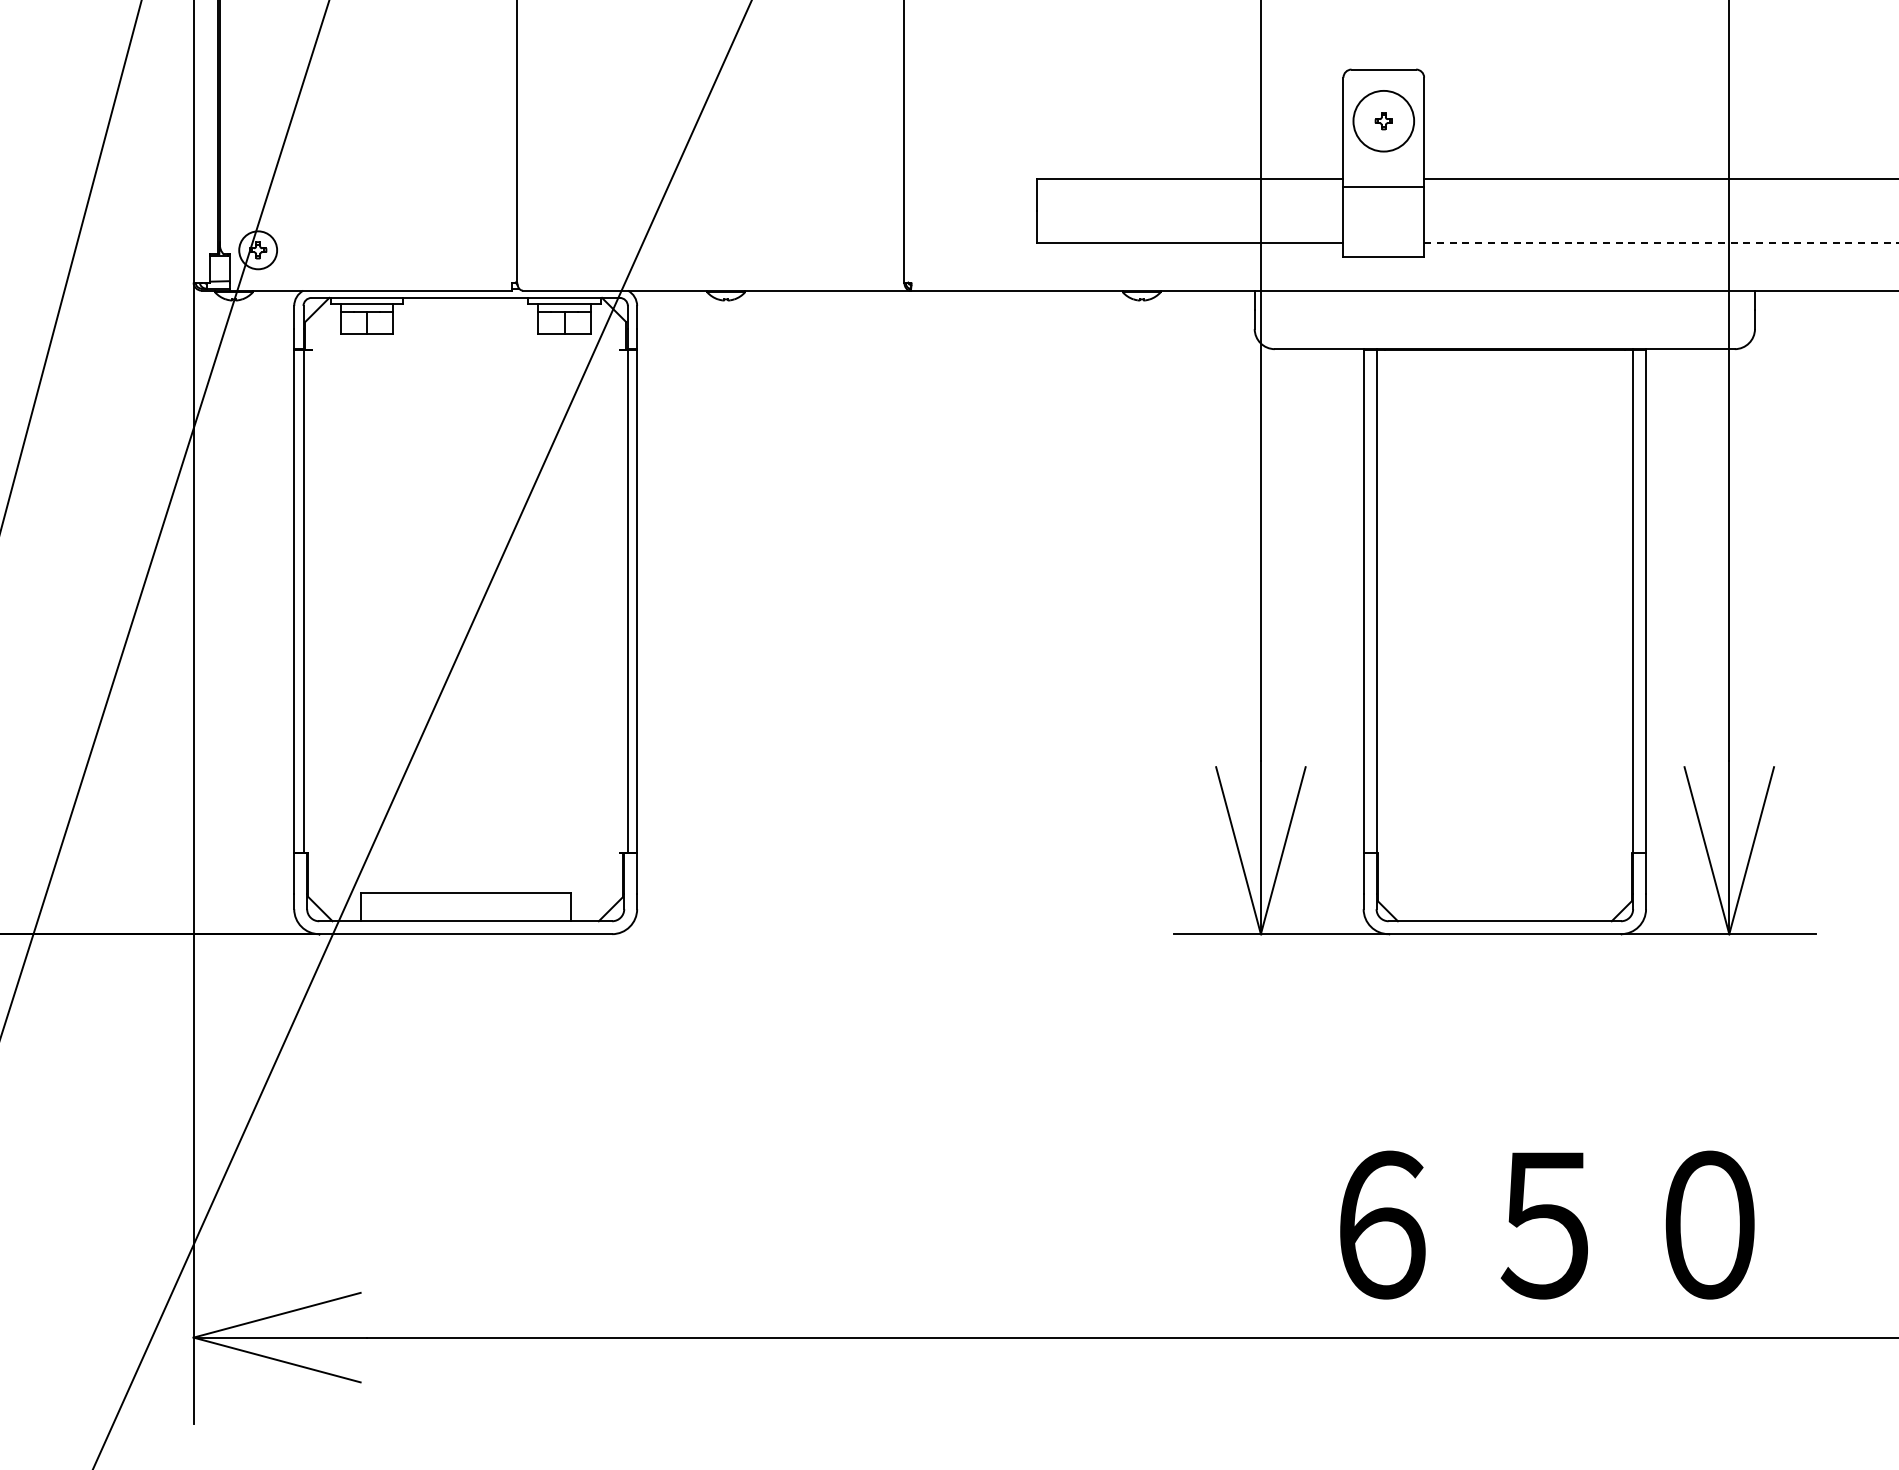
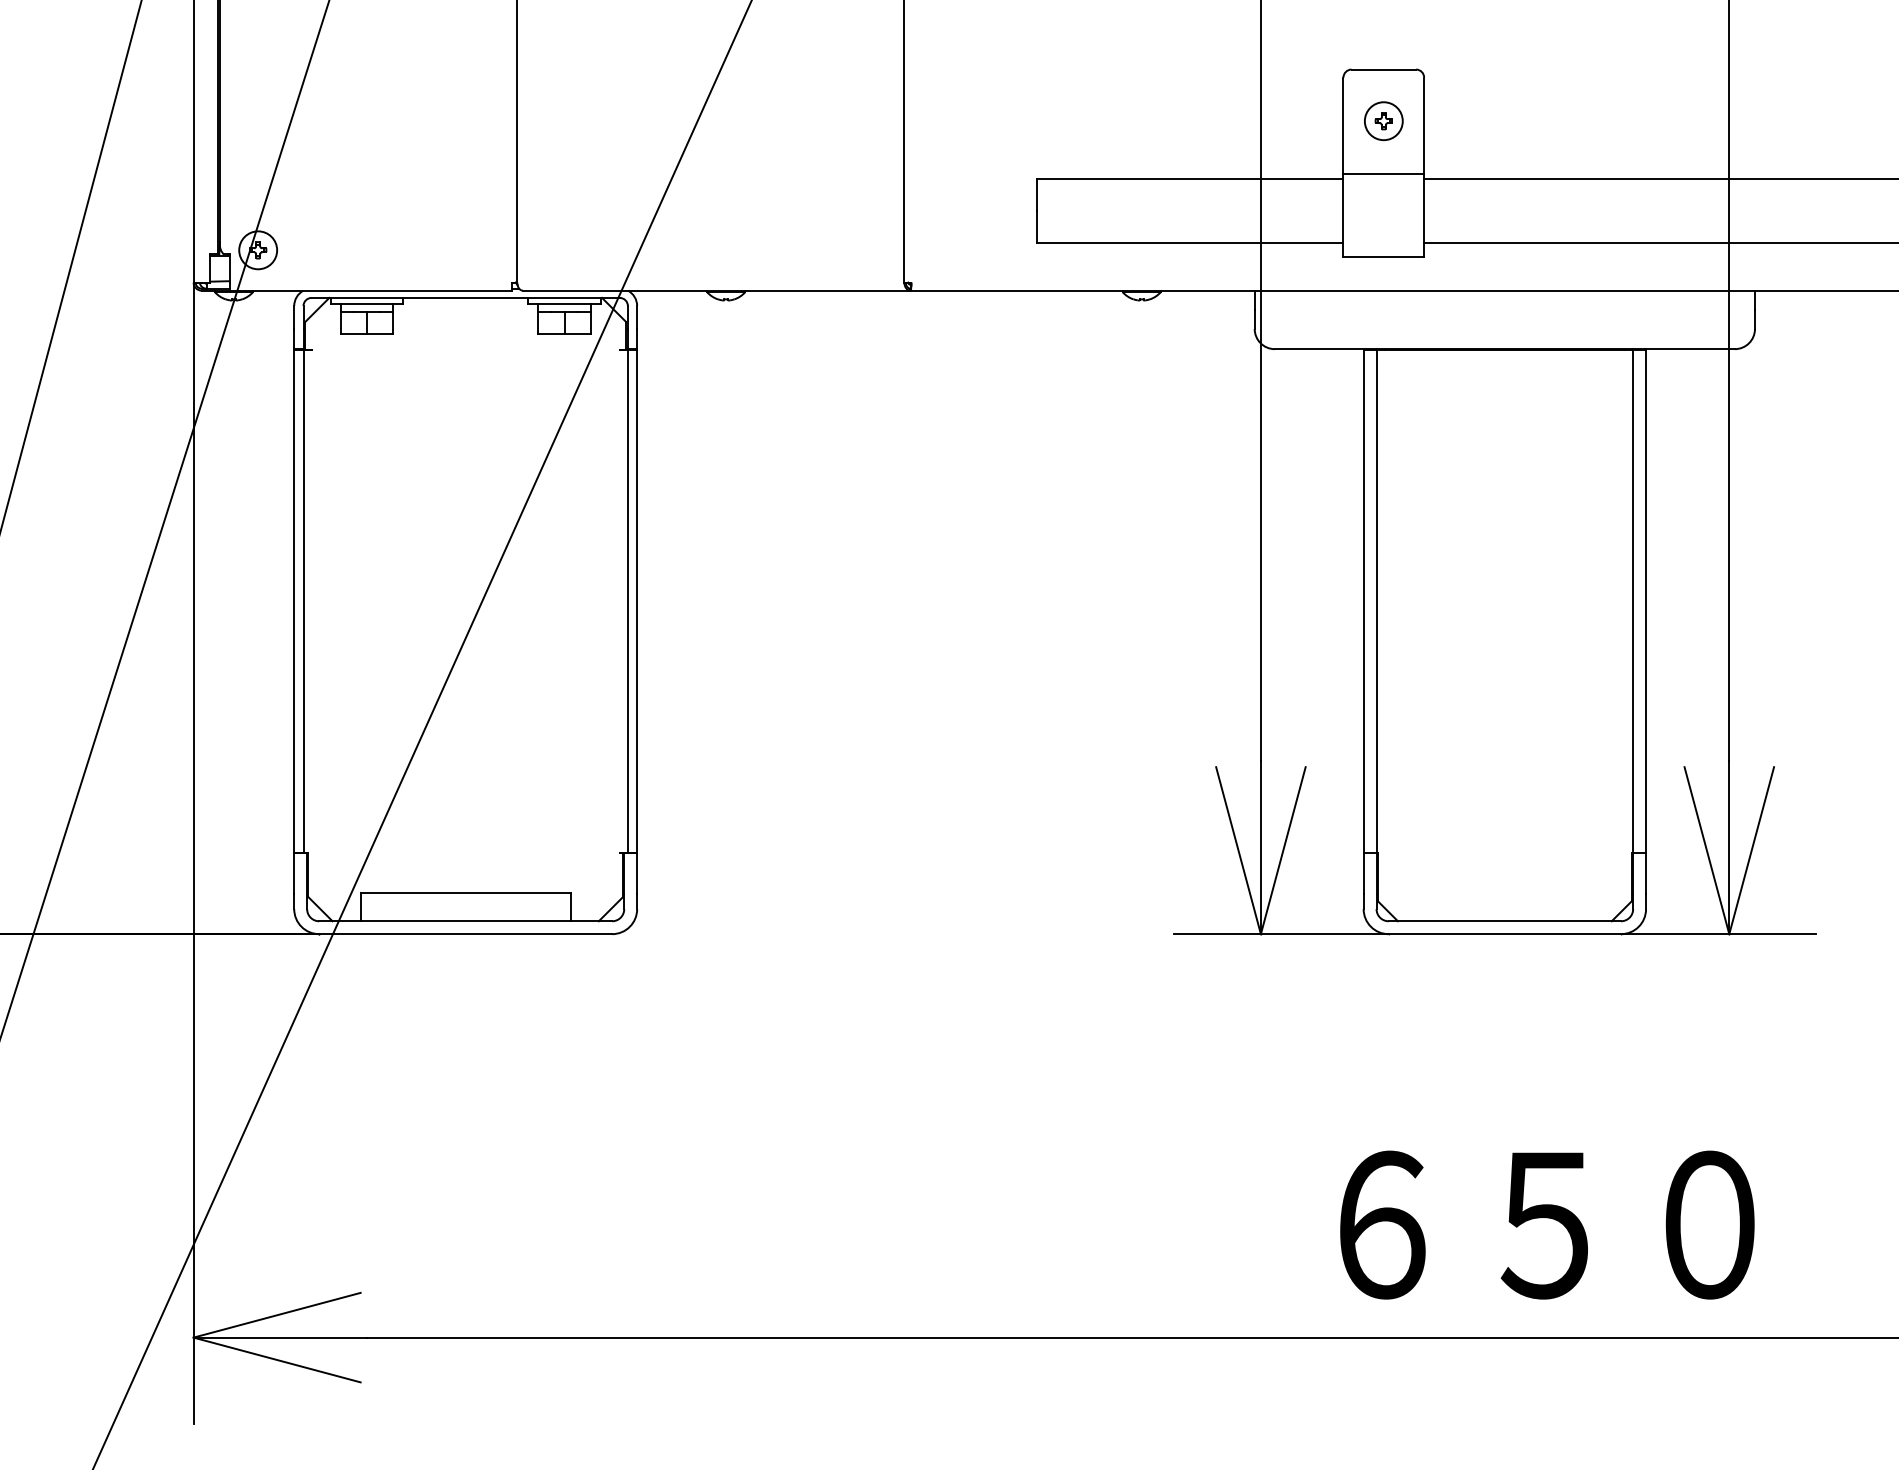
circle at (1383, 120) diameter: 61 px -> 38 px
line at (1383, 187) position: (1383, 187) -> (1383, 174)
line at (1661, 243): dashed -> solid
